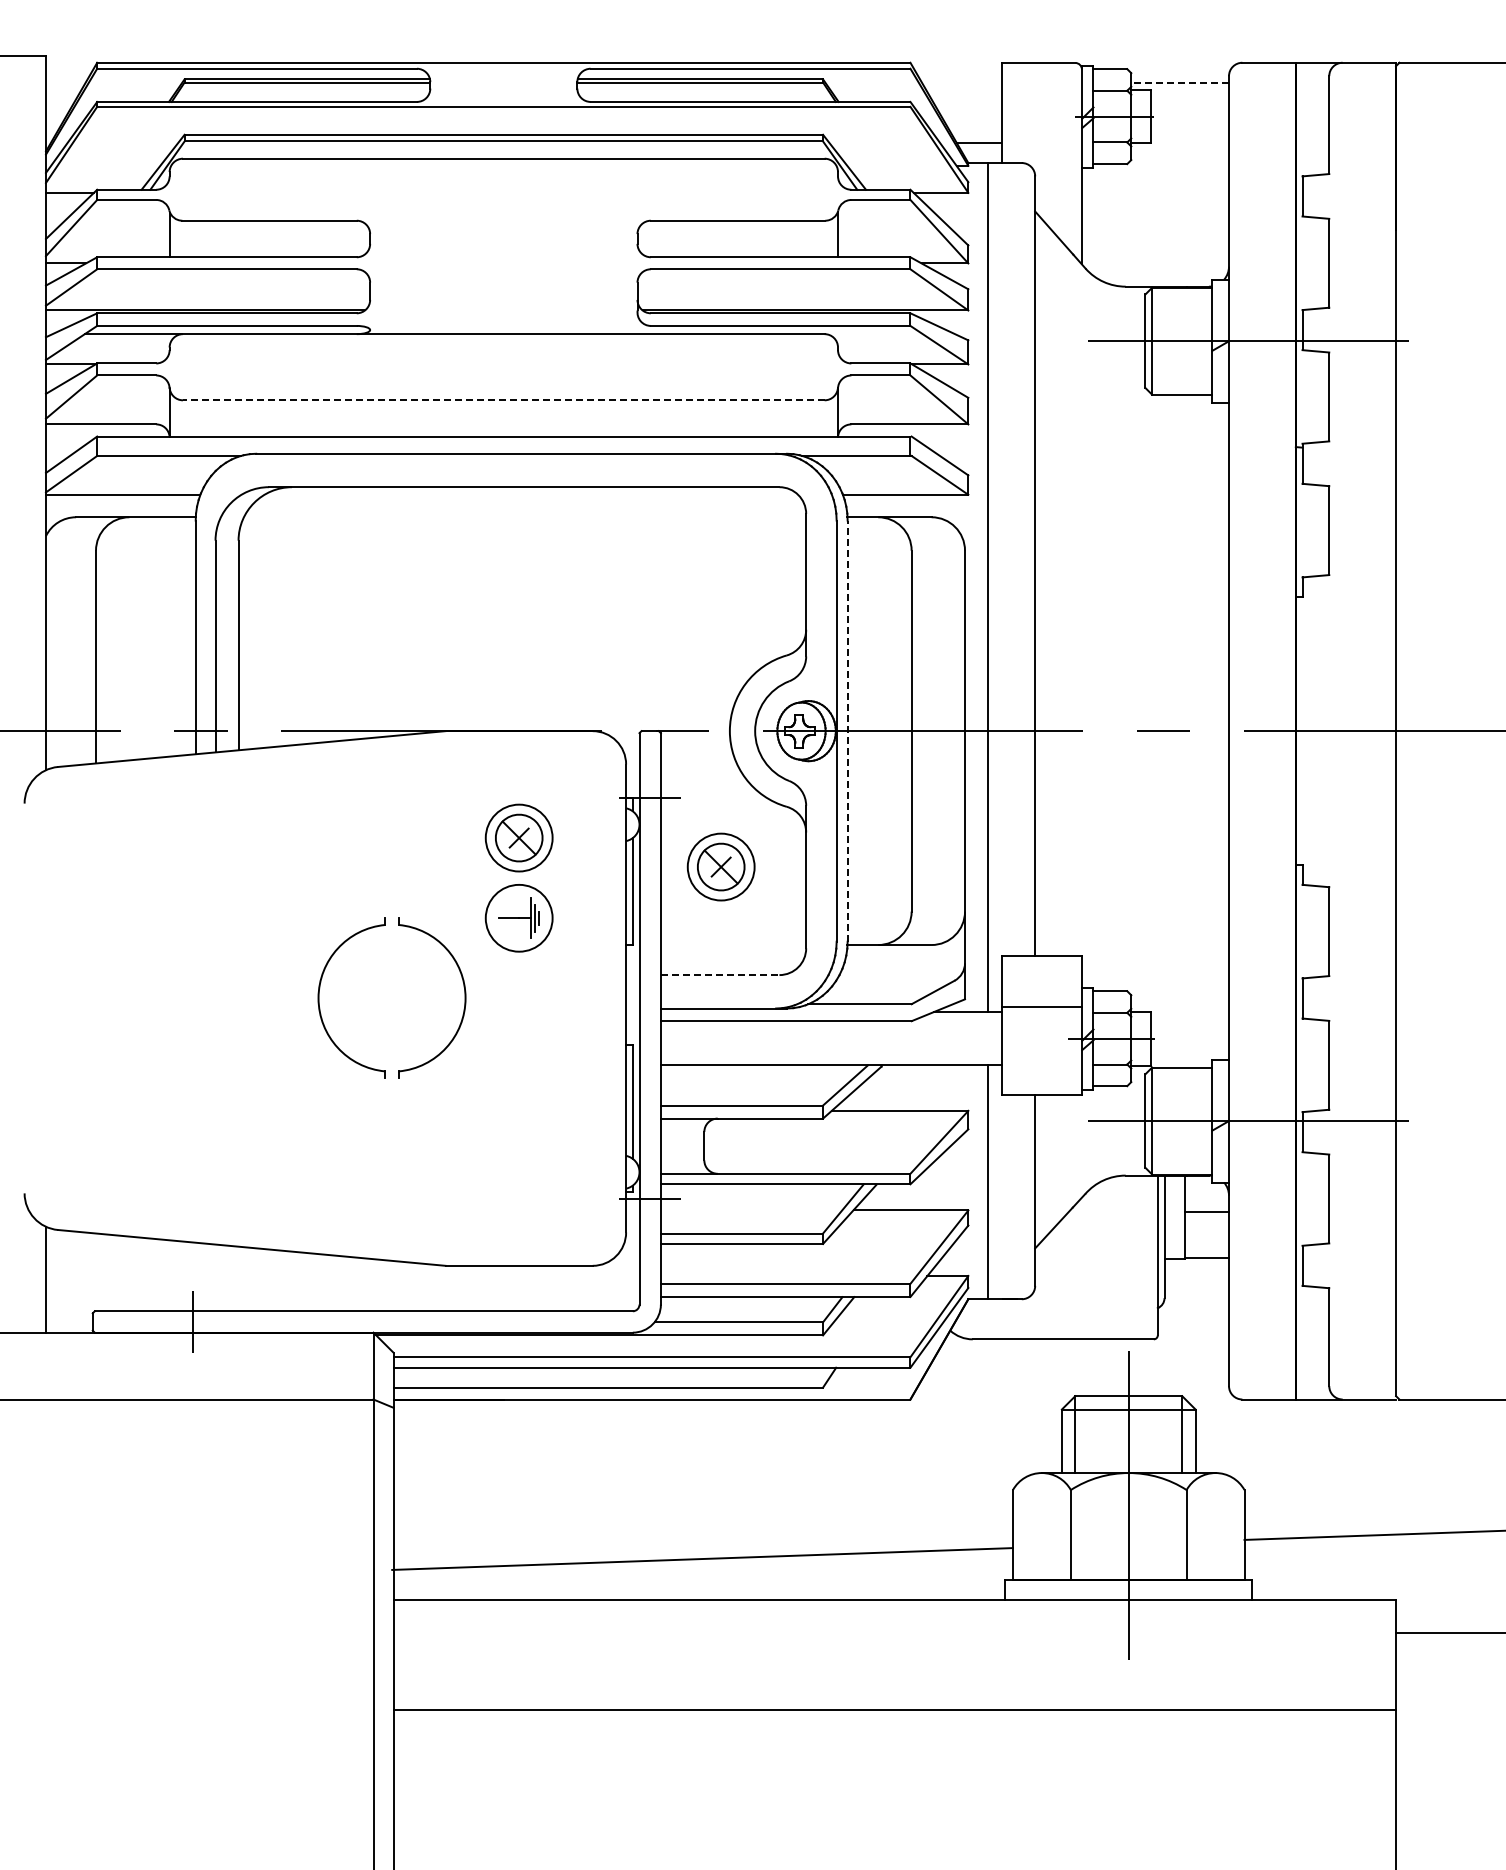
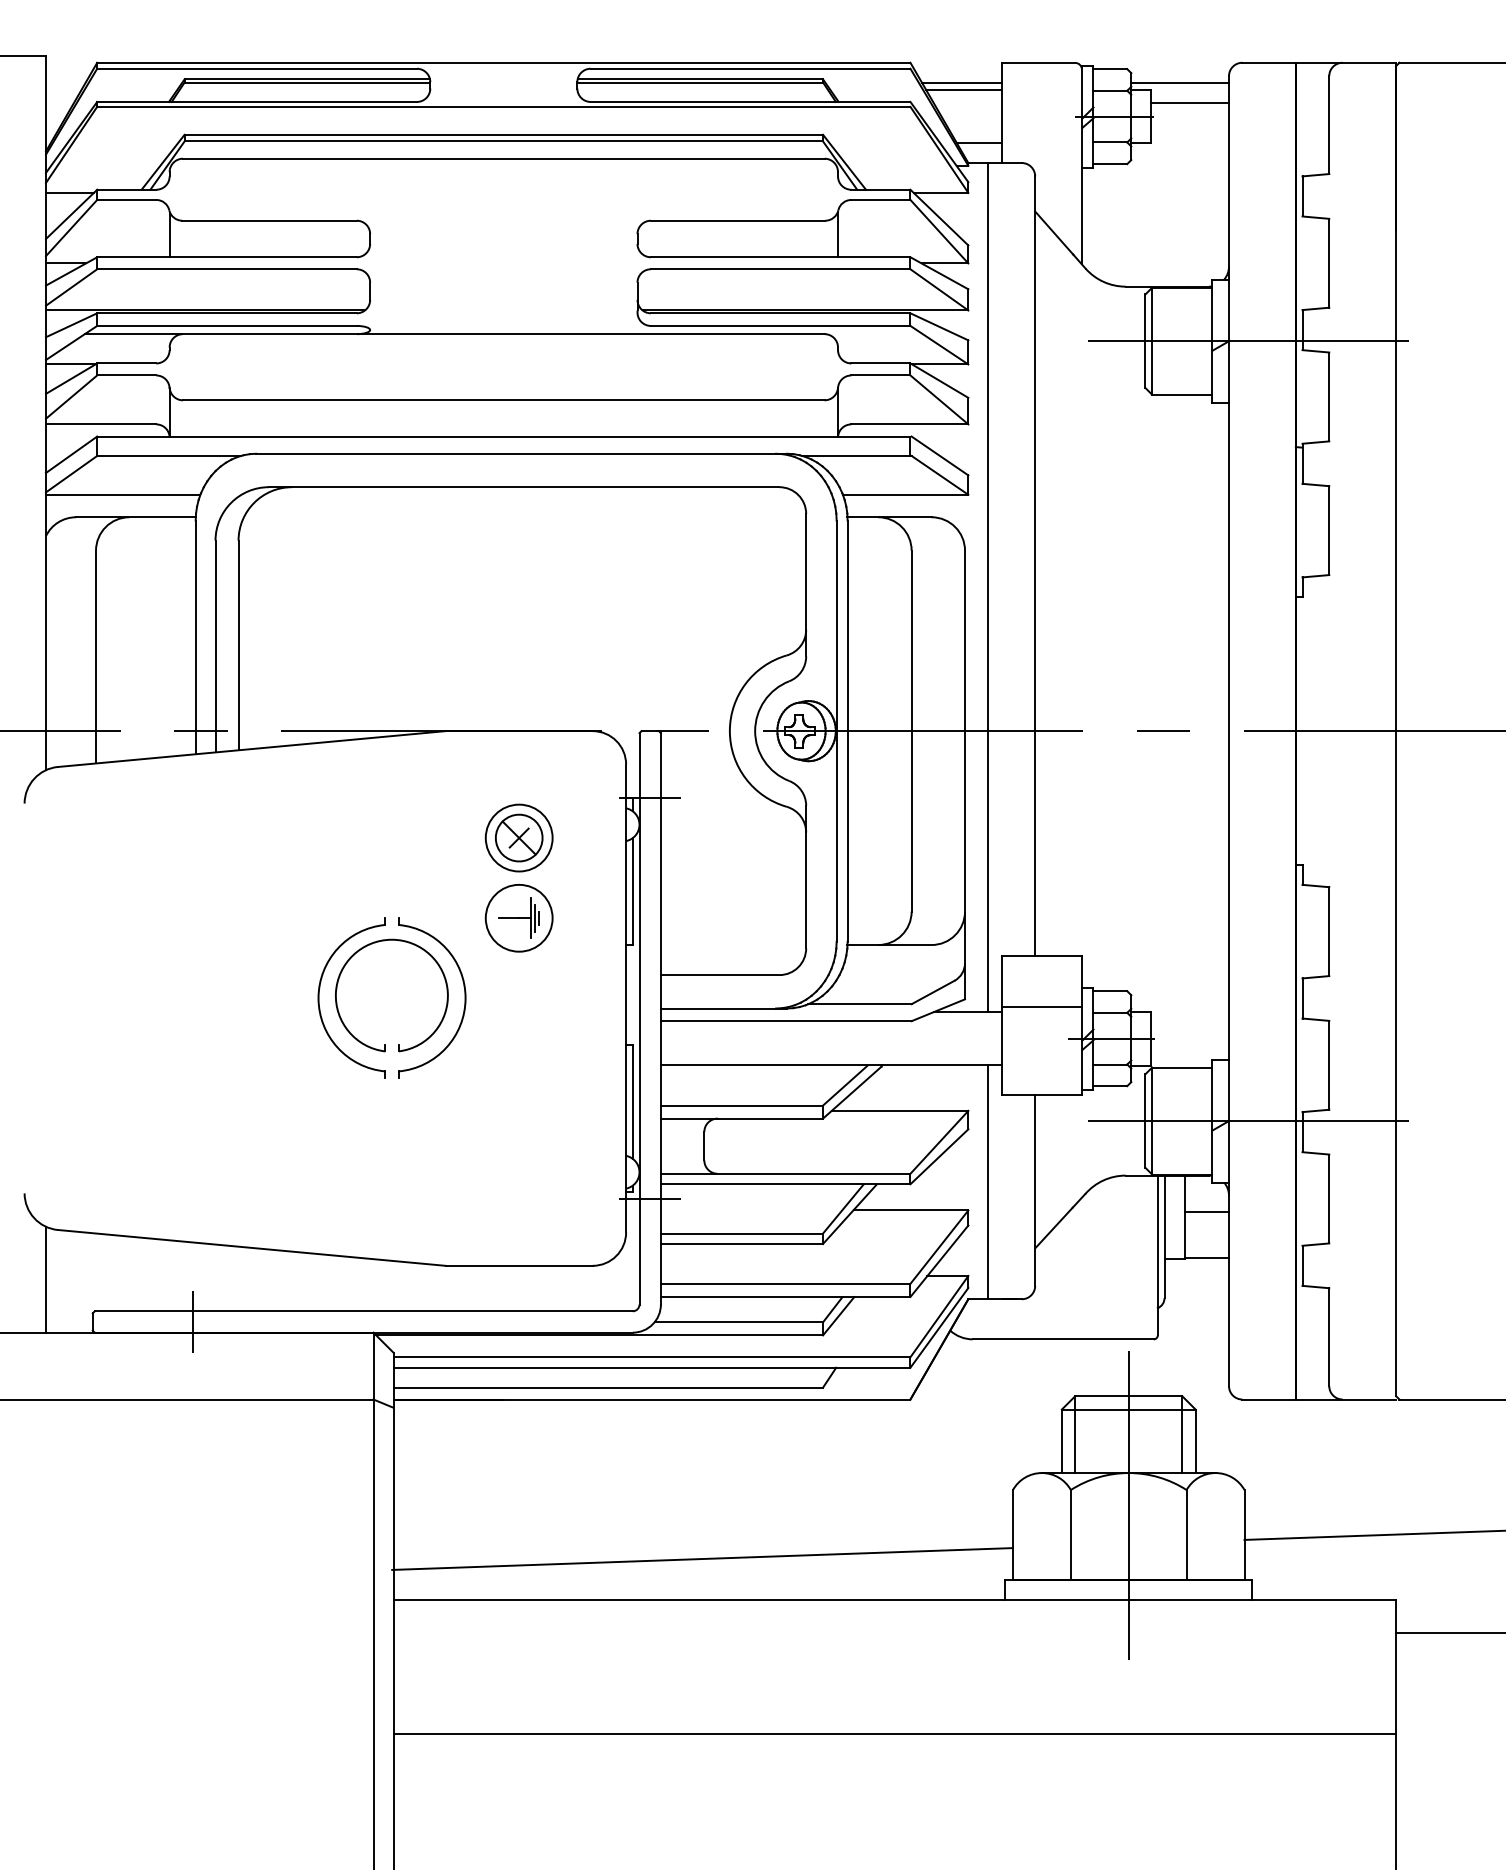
line at (961, 82): none -> present
line at (1180, 82): dashed -> solid
line at (963, 89): none -> present
line at (1190, 102): none -> present
line at (503, 400): dashed -> solid
line at (847, 731): dashed -> solid
part at (720, 866): present -> none
line at (720, 975): dashed -> solid
part at (385, 1044): none -> present
line at (894, 1709) position: (894, 1709) -> (894, 1733)
